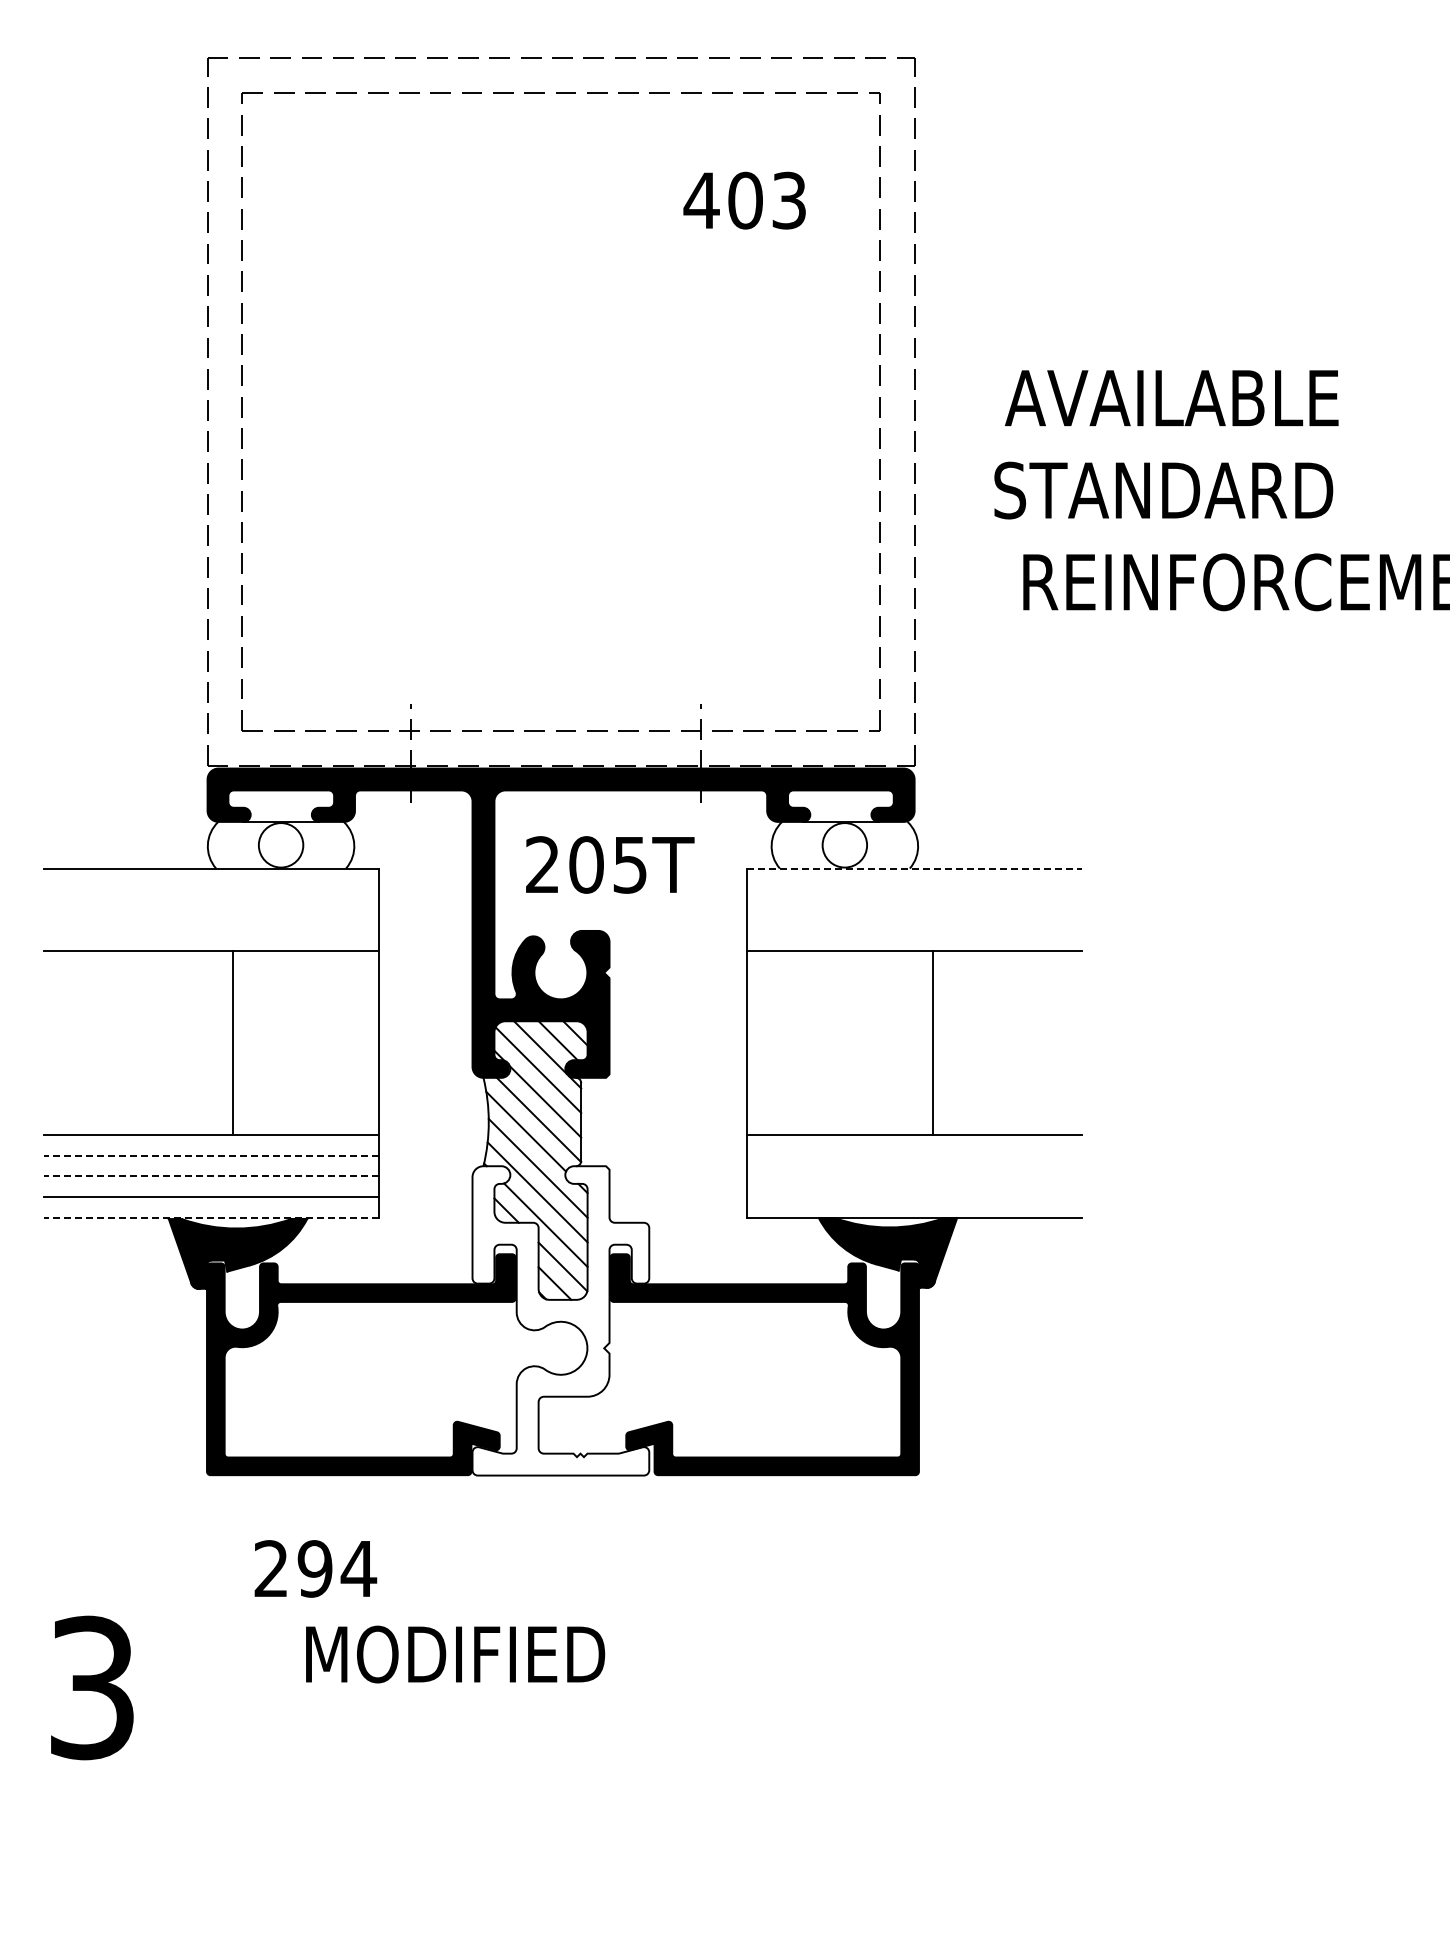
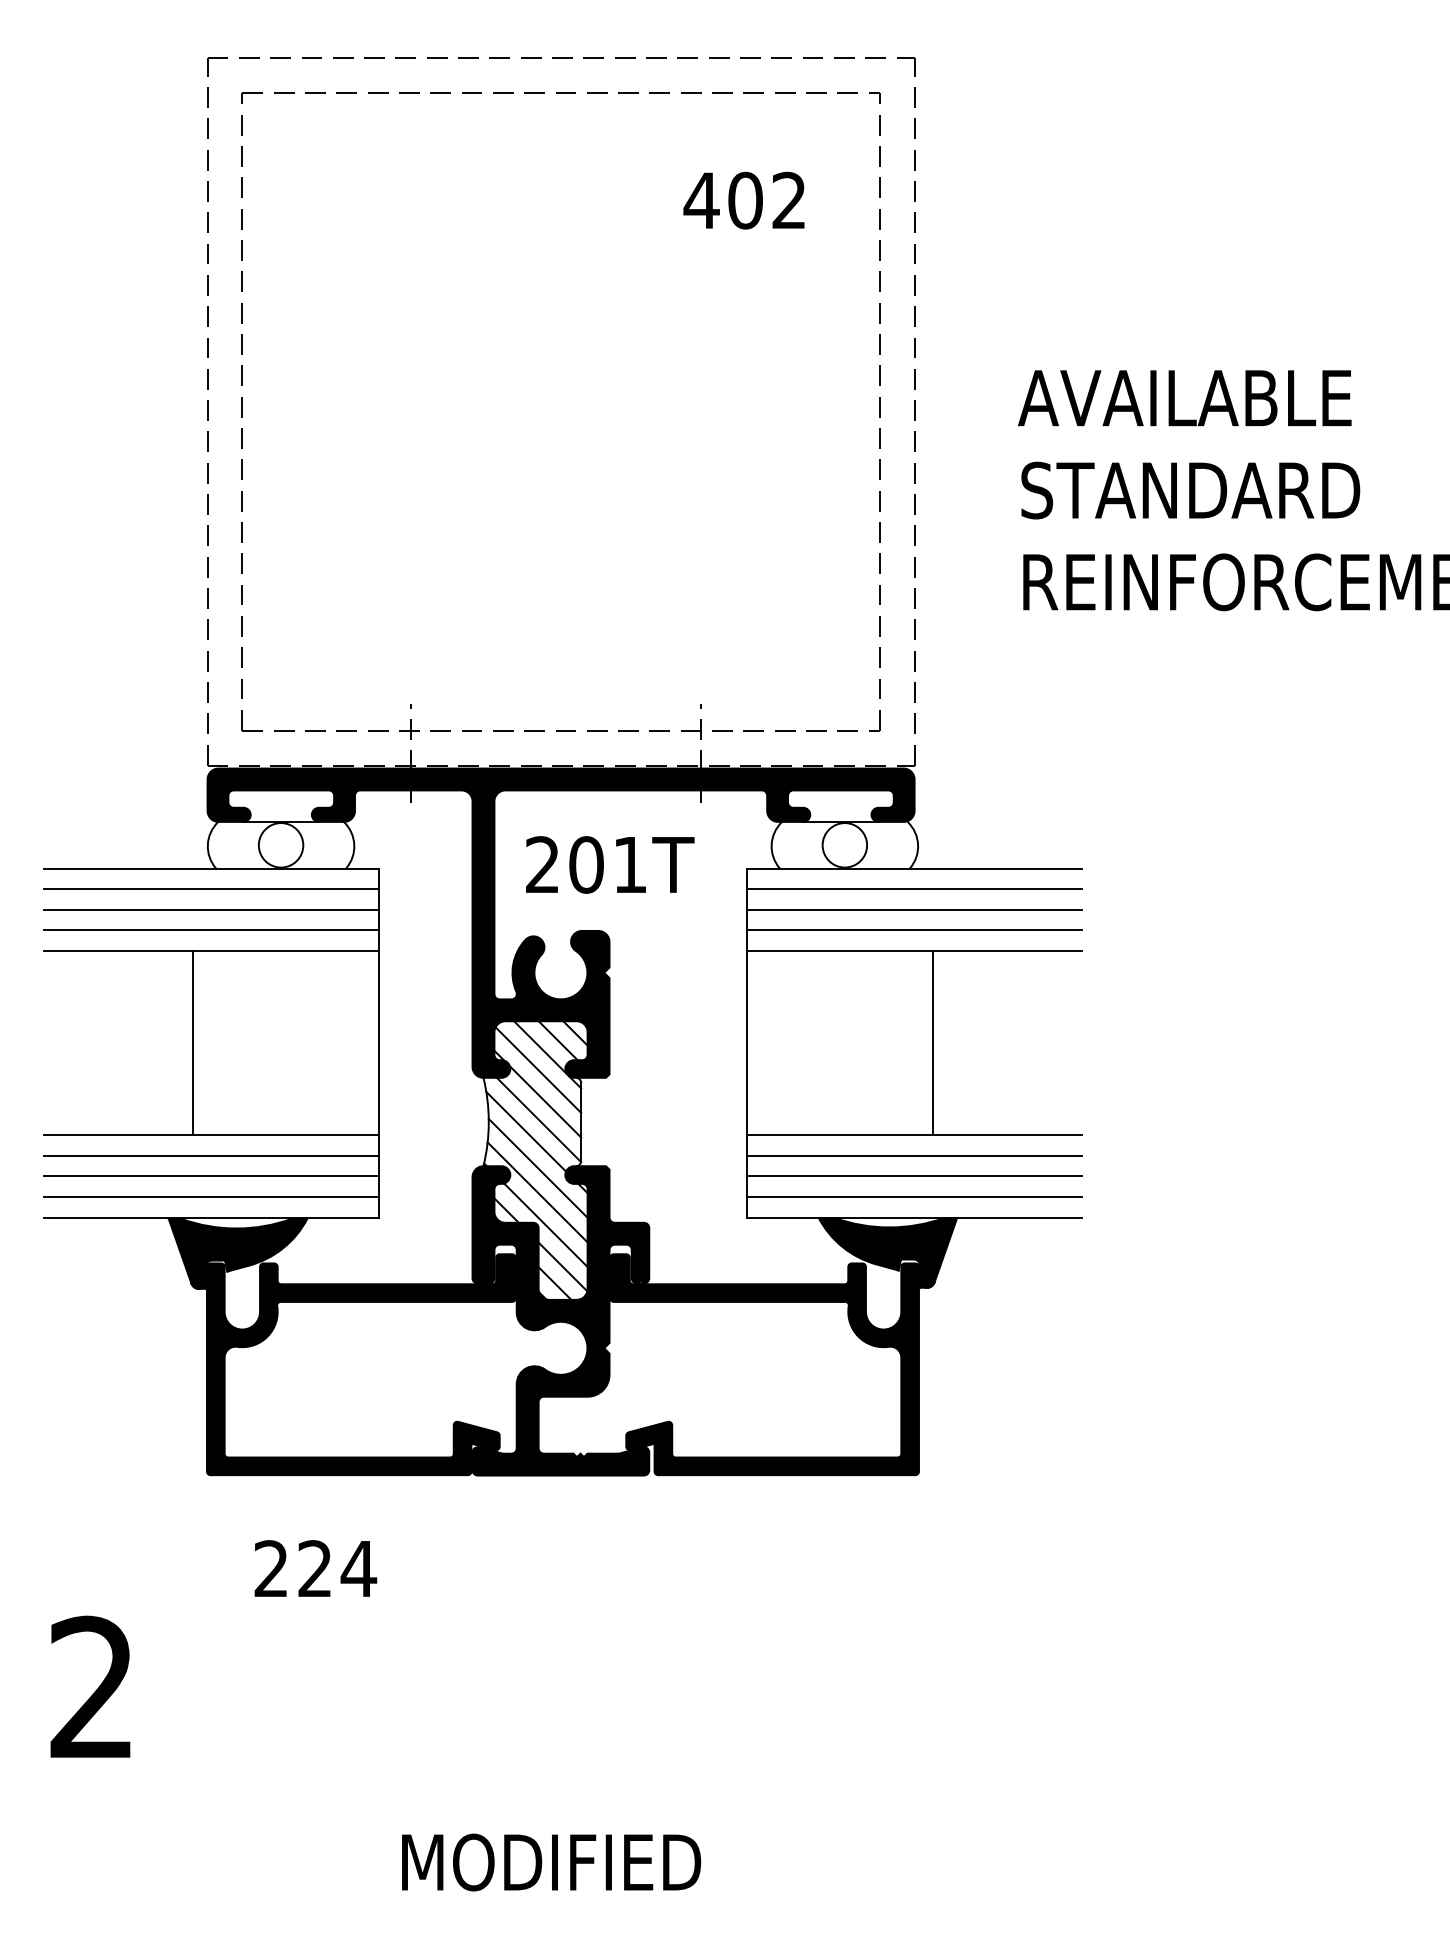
text at (788, 200): 403 -> 402
text at (1171, 398) position: (1171, 398) -> (1184, 398)
text at (1163, 490) position: (1163, 490) -> (1190, 490)
text at (629, 865): 205T -> 201T
line at (914, 868): dashed -> solid
line at (210, 889): none -> present
line at (914, 889): none -> present
line at (210, 909): none -> present
line at (914, 909): none -> present
line at (210, 930): none -> present
line at (914, 930): none -> present
line at (233, 1043) position: (233, 1043) -> (193, 1043)
line at (211, 1155): dashed -> solid
line at (914, 1155): none -> present
line at (211, 1176): dashed -> solid
line at (914, 1176): none -> present
line at (914, 1197): none -> present
line at (211, 1217): dashed -> solid
fill at (560, 1320): none -> present
text at (314, 1568): 294 -> 224
text at (455, 1654) position: (455, 1654) -> (551, 1862)
text at (91, 1687): 3 -> 2
